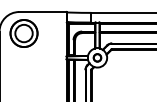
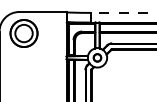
line at (123, 12): solid -> dashed
